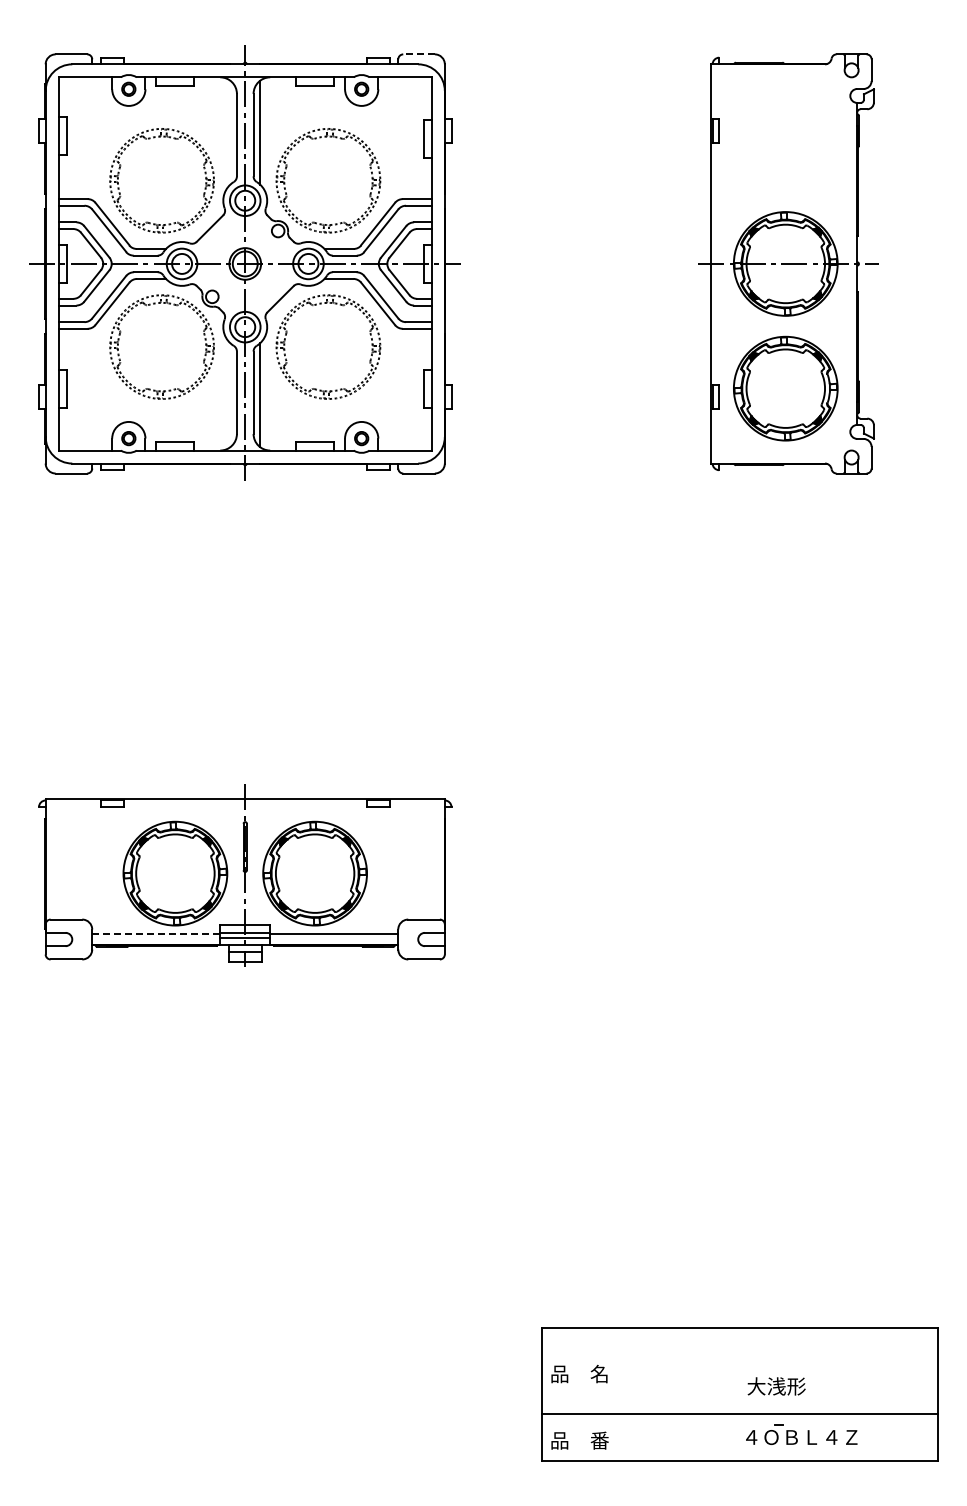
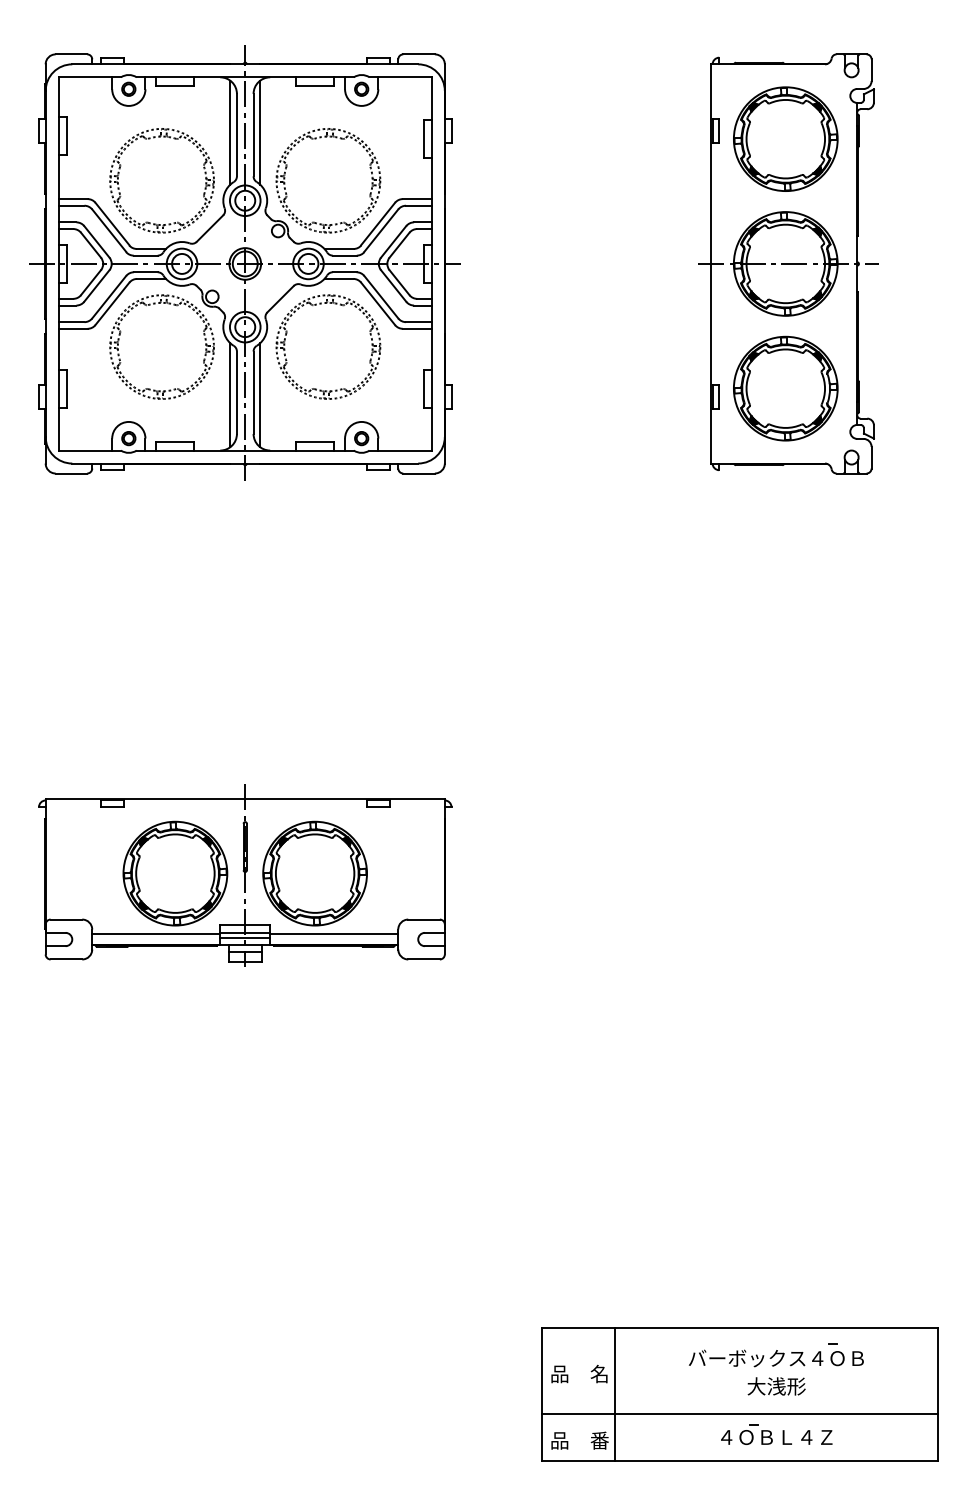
line at (419, 54): dashed -> solid
line at (230, 132): none -> present
part at (785, 138): none -> present
line at (230, 395): none -> present
line at (156, 934): dashed -> solid
part at (776, 1355): none -> present
line at (615, 1393): none -> present
part at (801, 1434) position: (801, 1434) -> (776, 1434)
